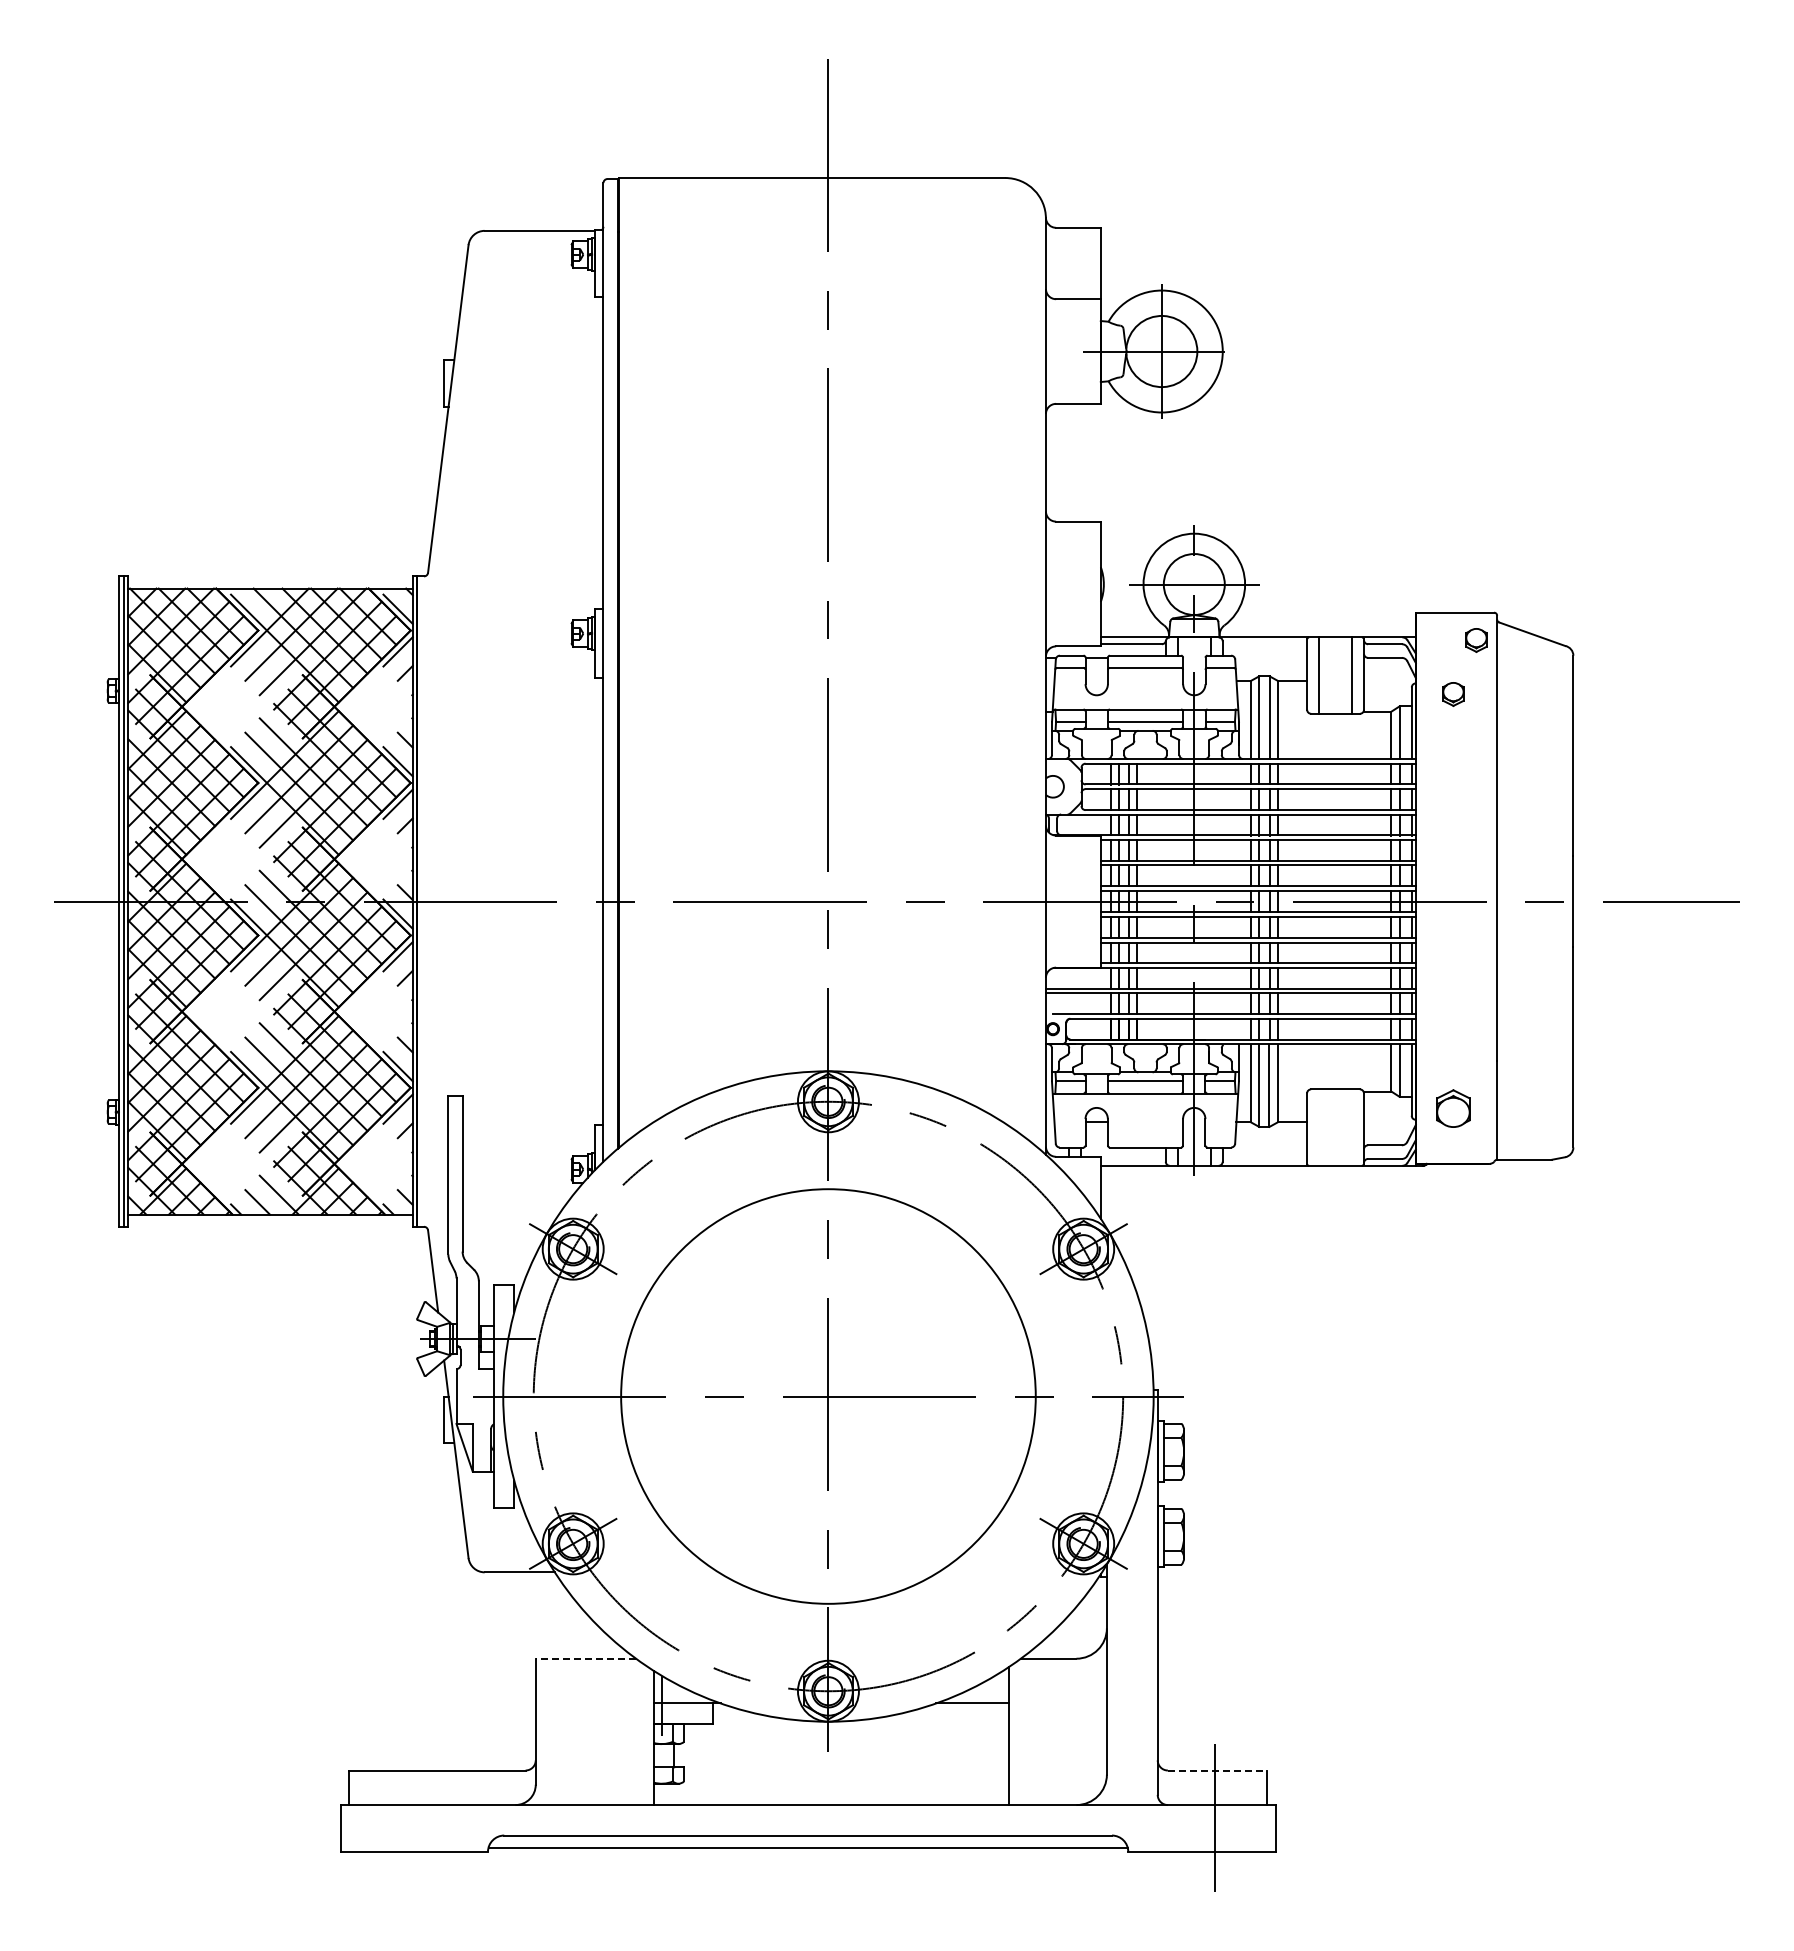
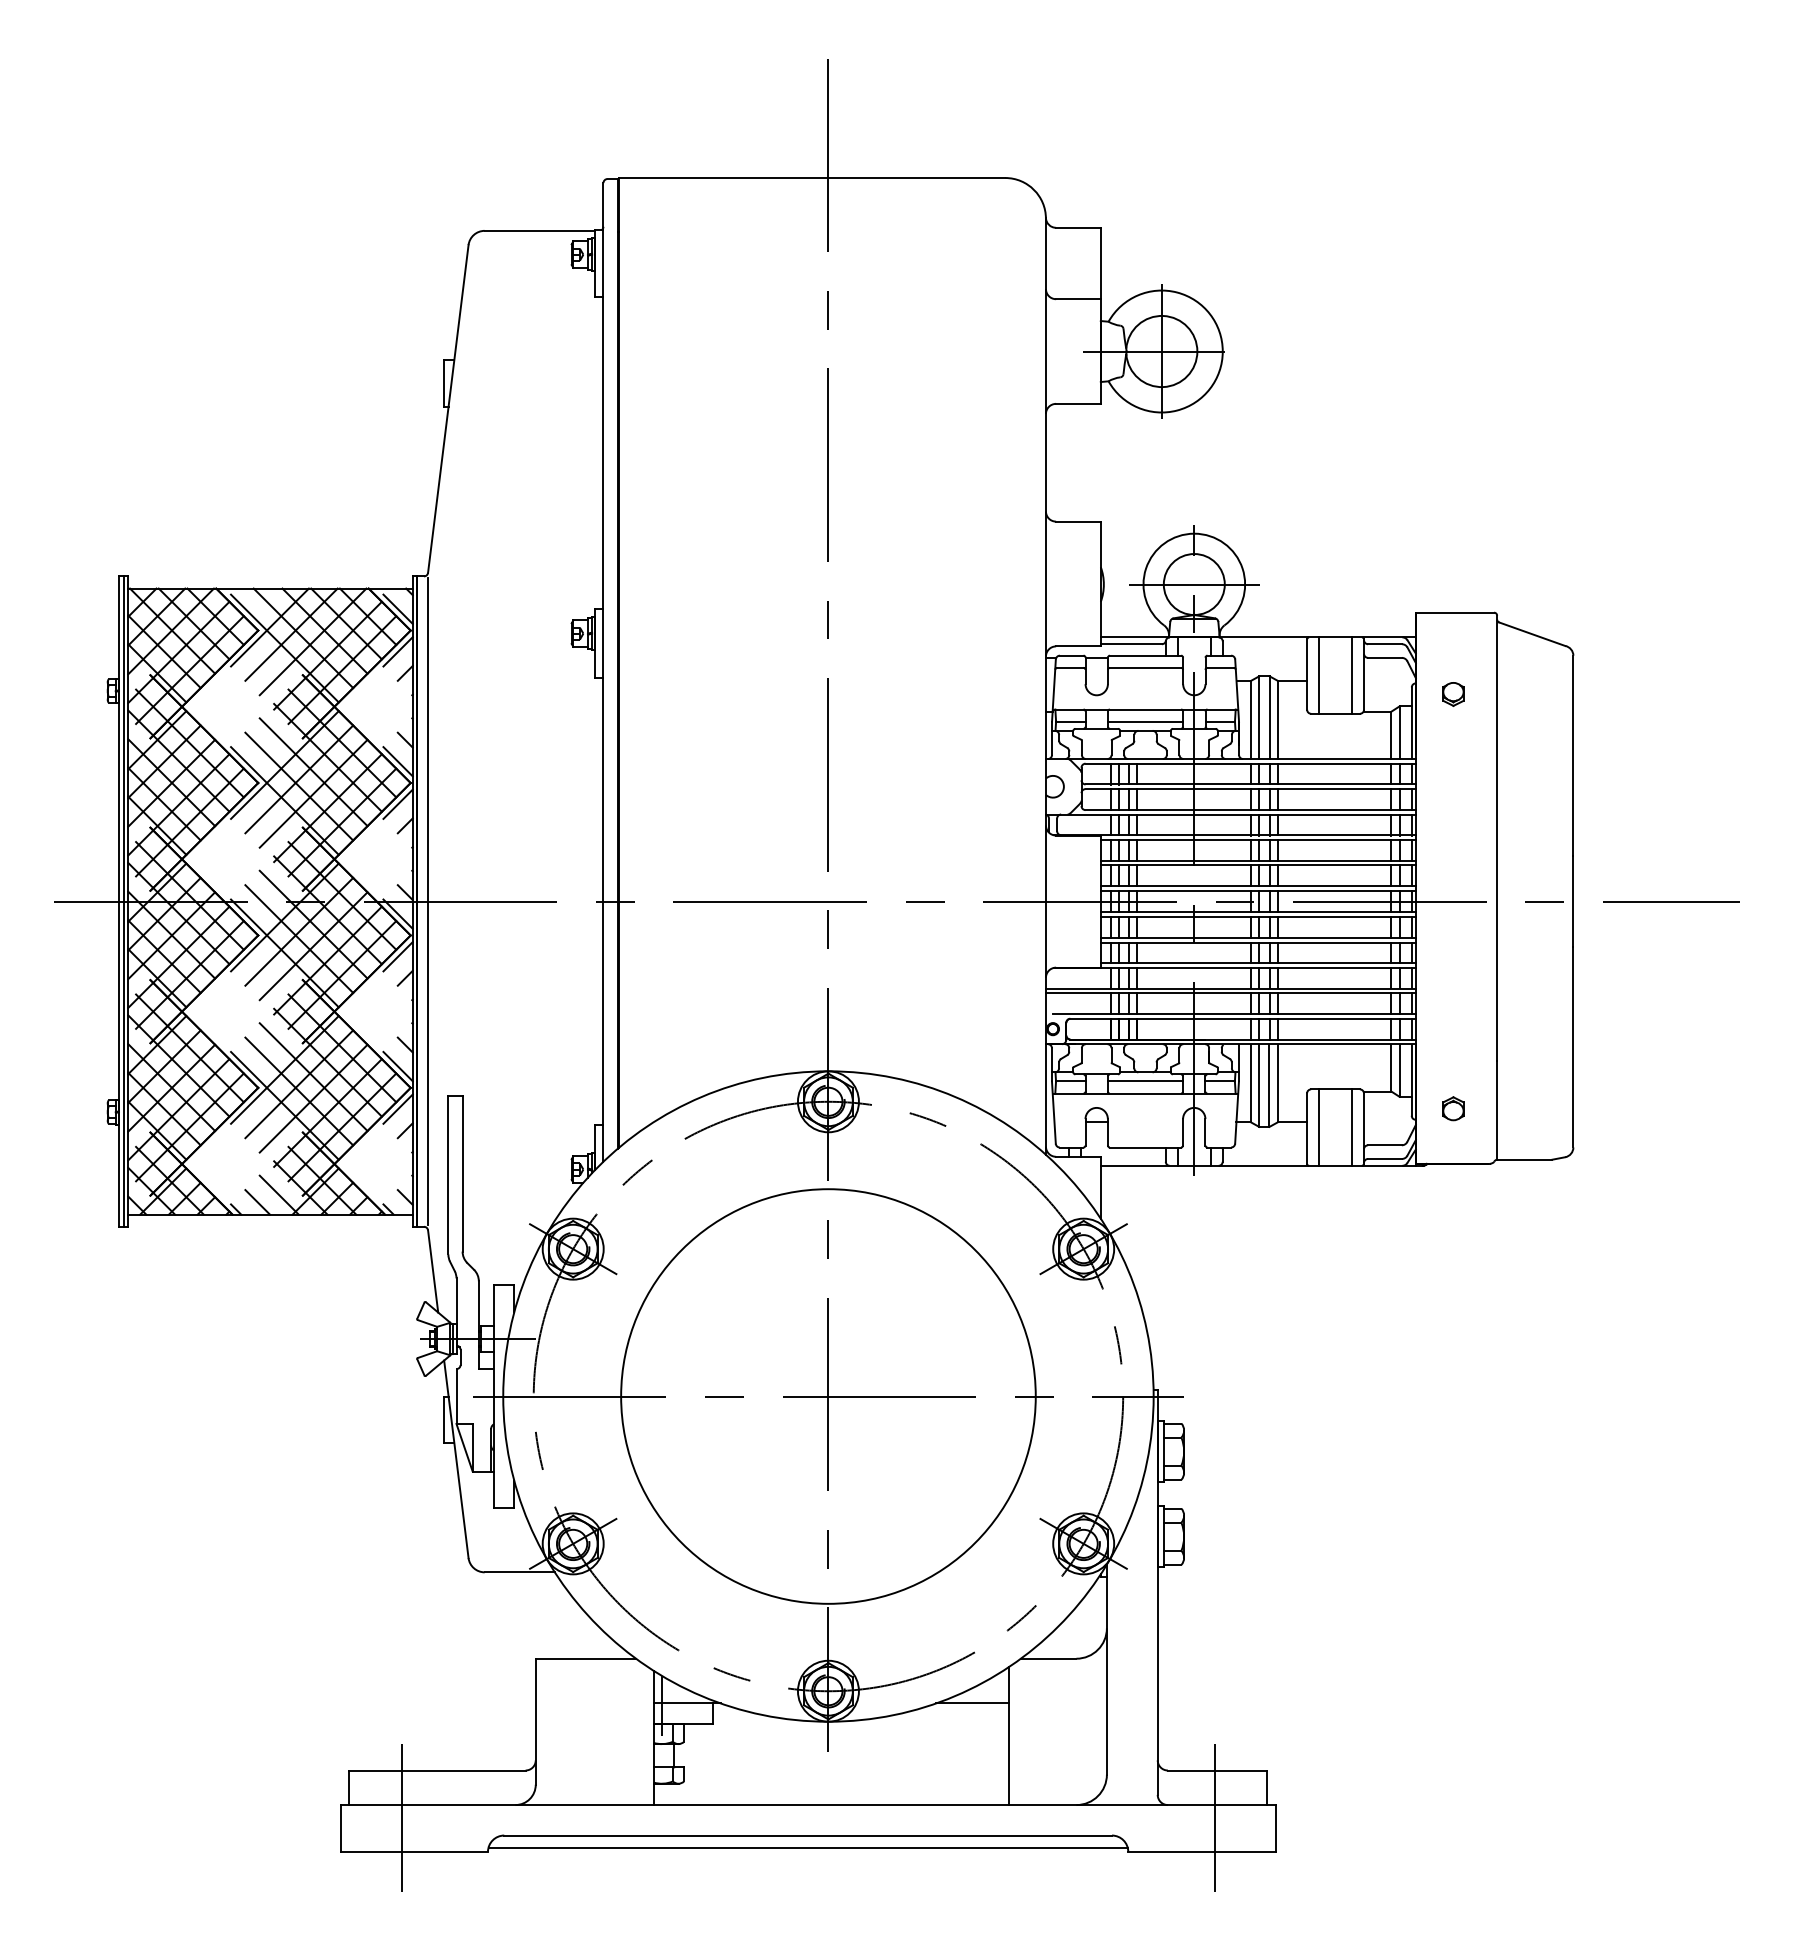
part at (1476, 640): present -> none
line at (427, 901): none -> present
part at (1453, 1108) size: 35x39 px -> 23x26 px
line at (1319, 1127): none -> present
line at (1351, 1127): none -> present
line at (585, 1658): dashed -> solid
line at (1217, 1770): dashed -> solid
line at (401, 1818): none -> present
